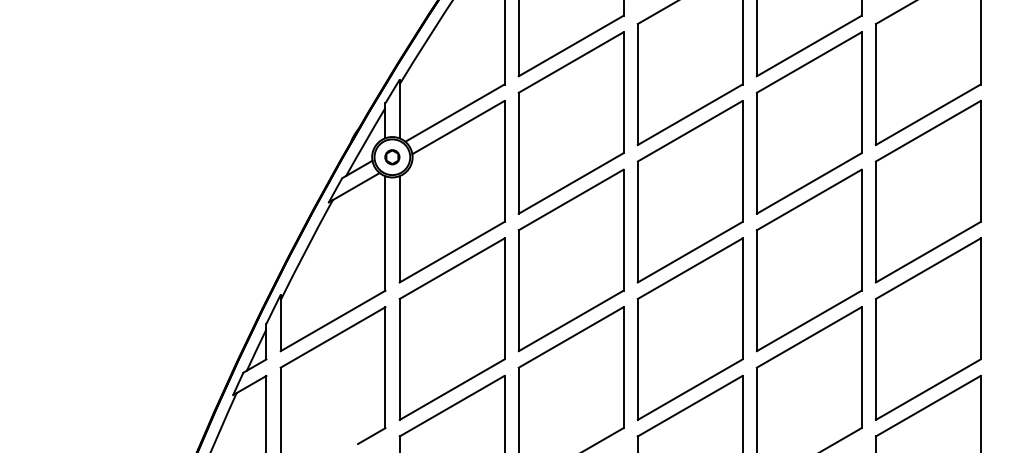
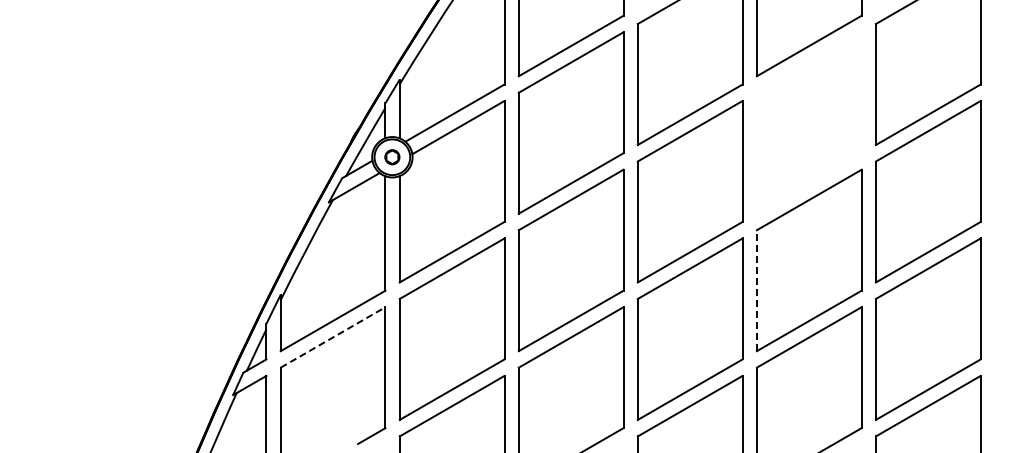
part at (808, 122): present -> none
line at (756, 290): solid -> dashed
line at (333, 337): solid -> dashed
